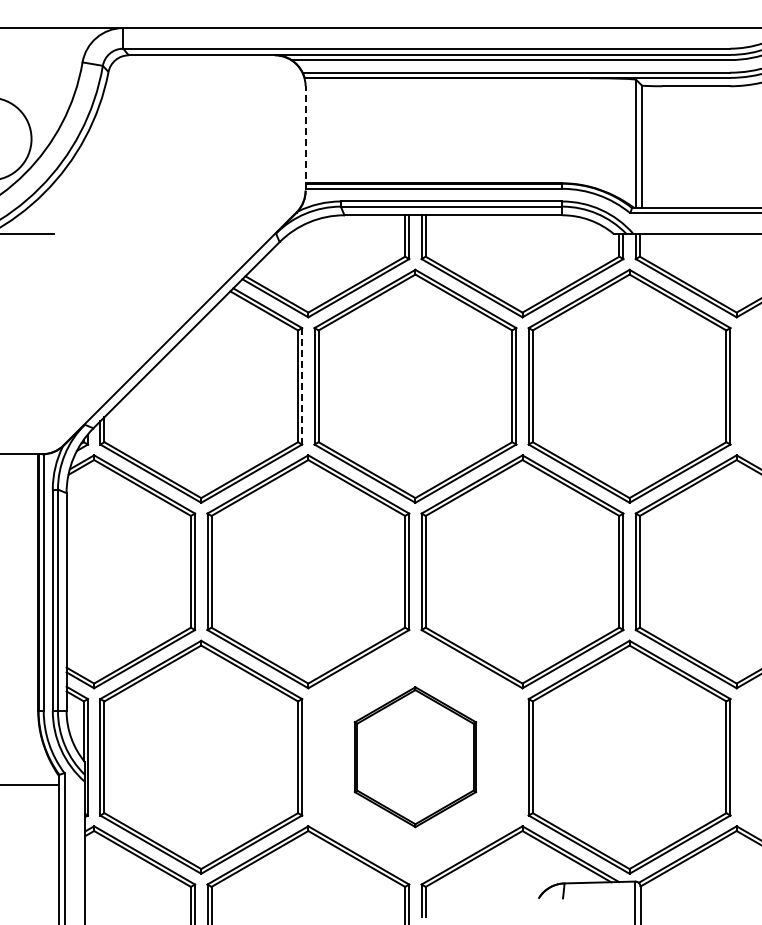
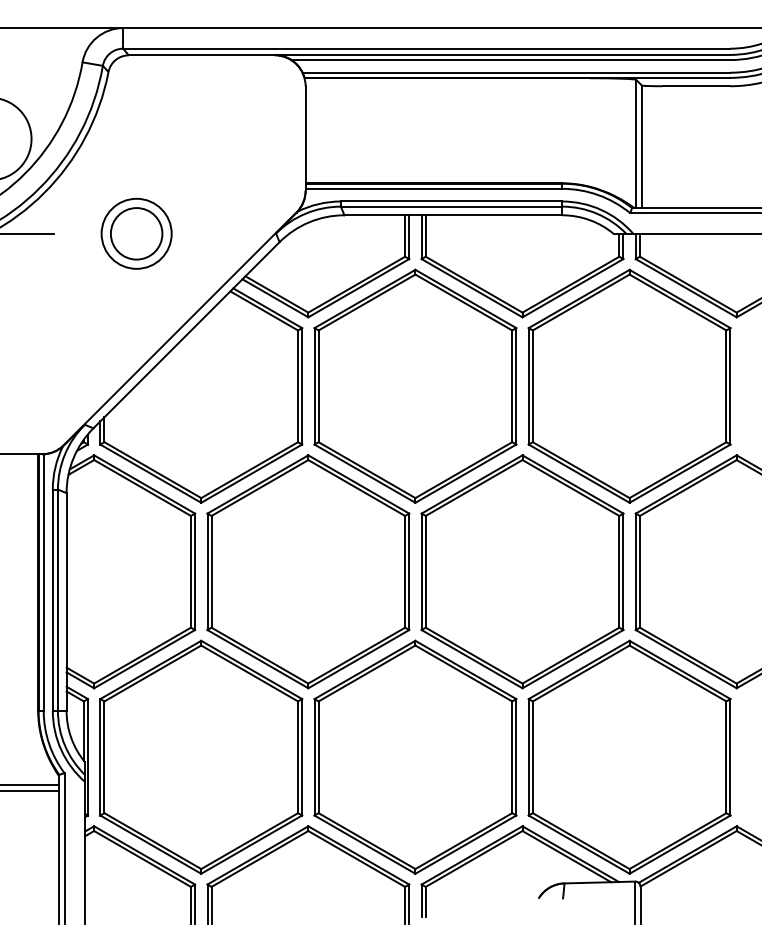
line at (305, 137): dashed -> solid
part at (136, 233): none -> present
line at (302, 385): dashed -> solid
part at (415, 757) size: 125x143 px -> 205x236 px
line at (30, 790): none -> present
